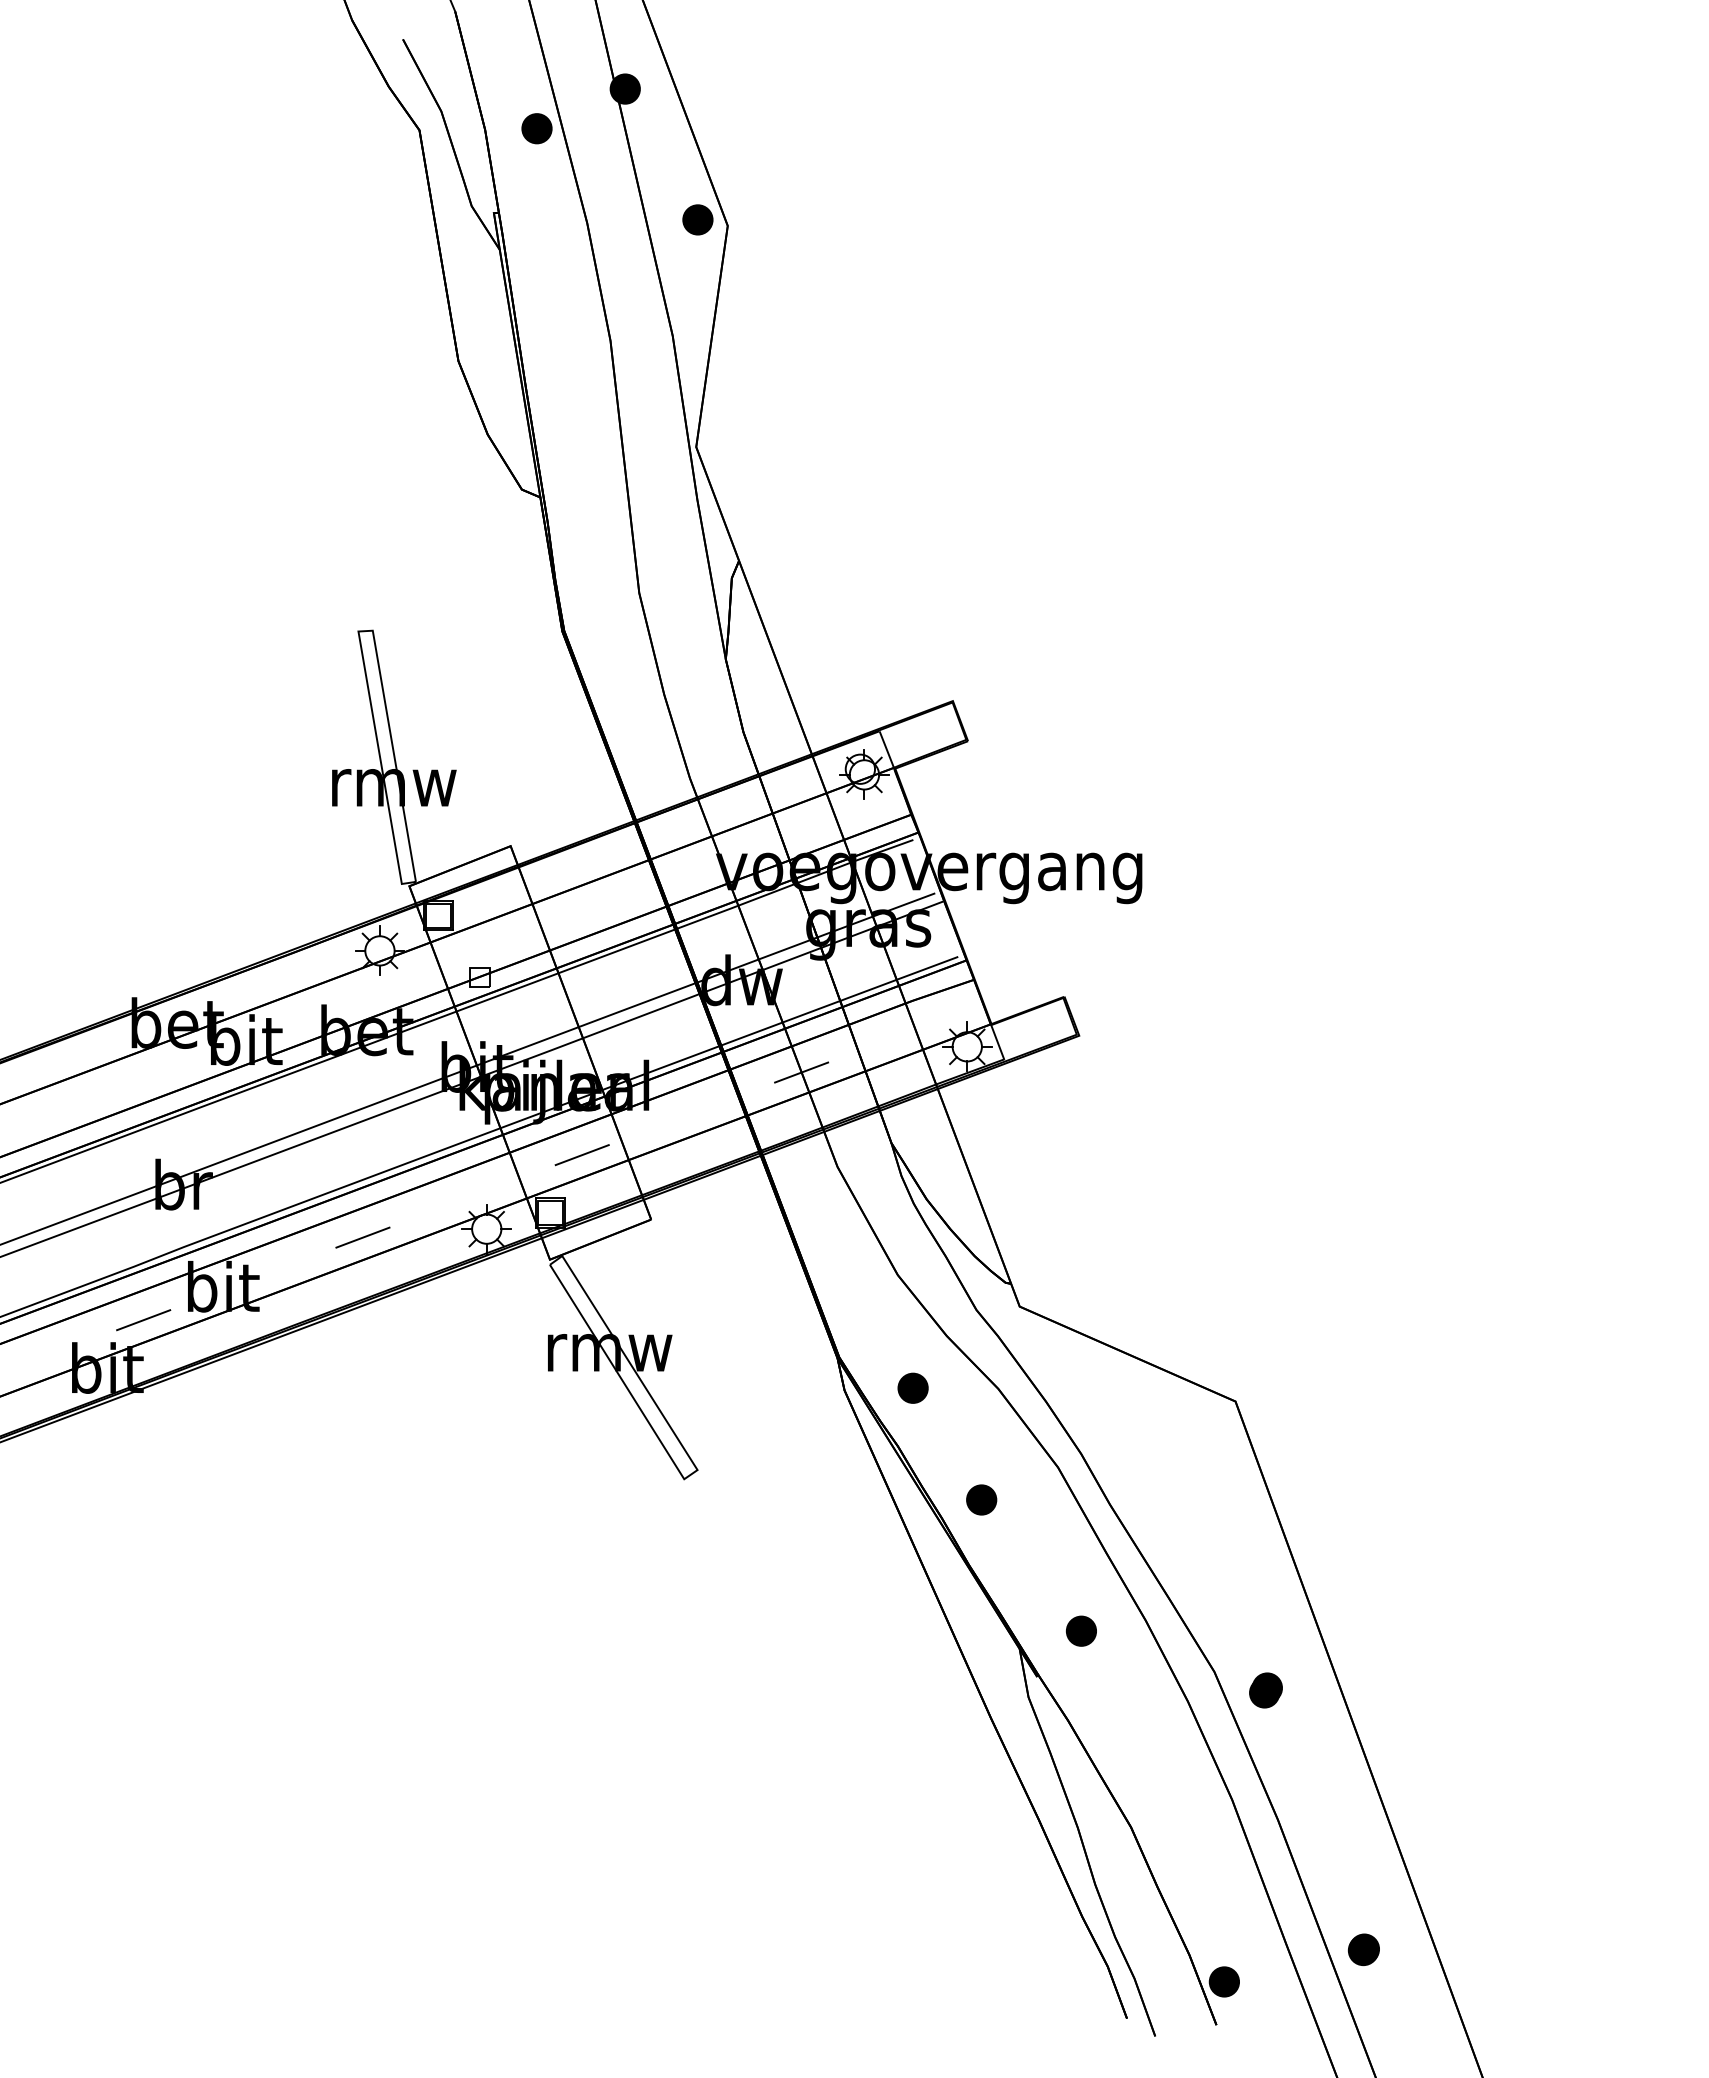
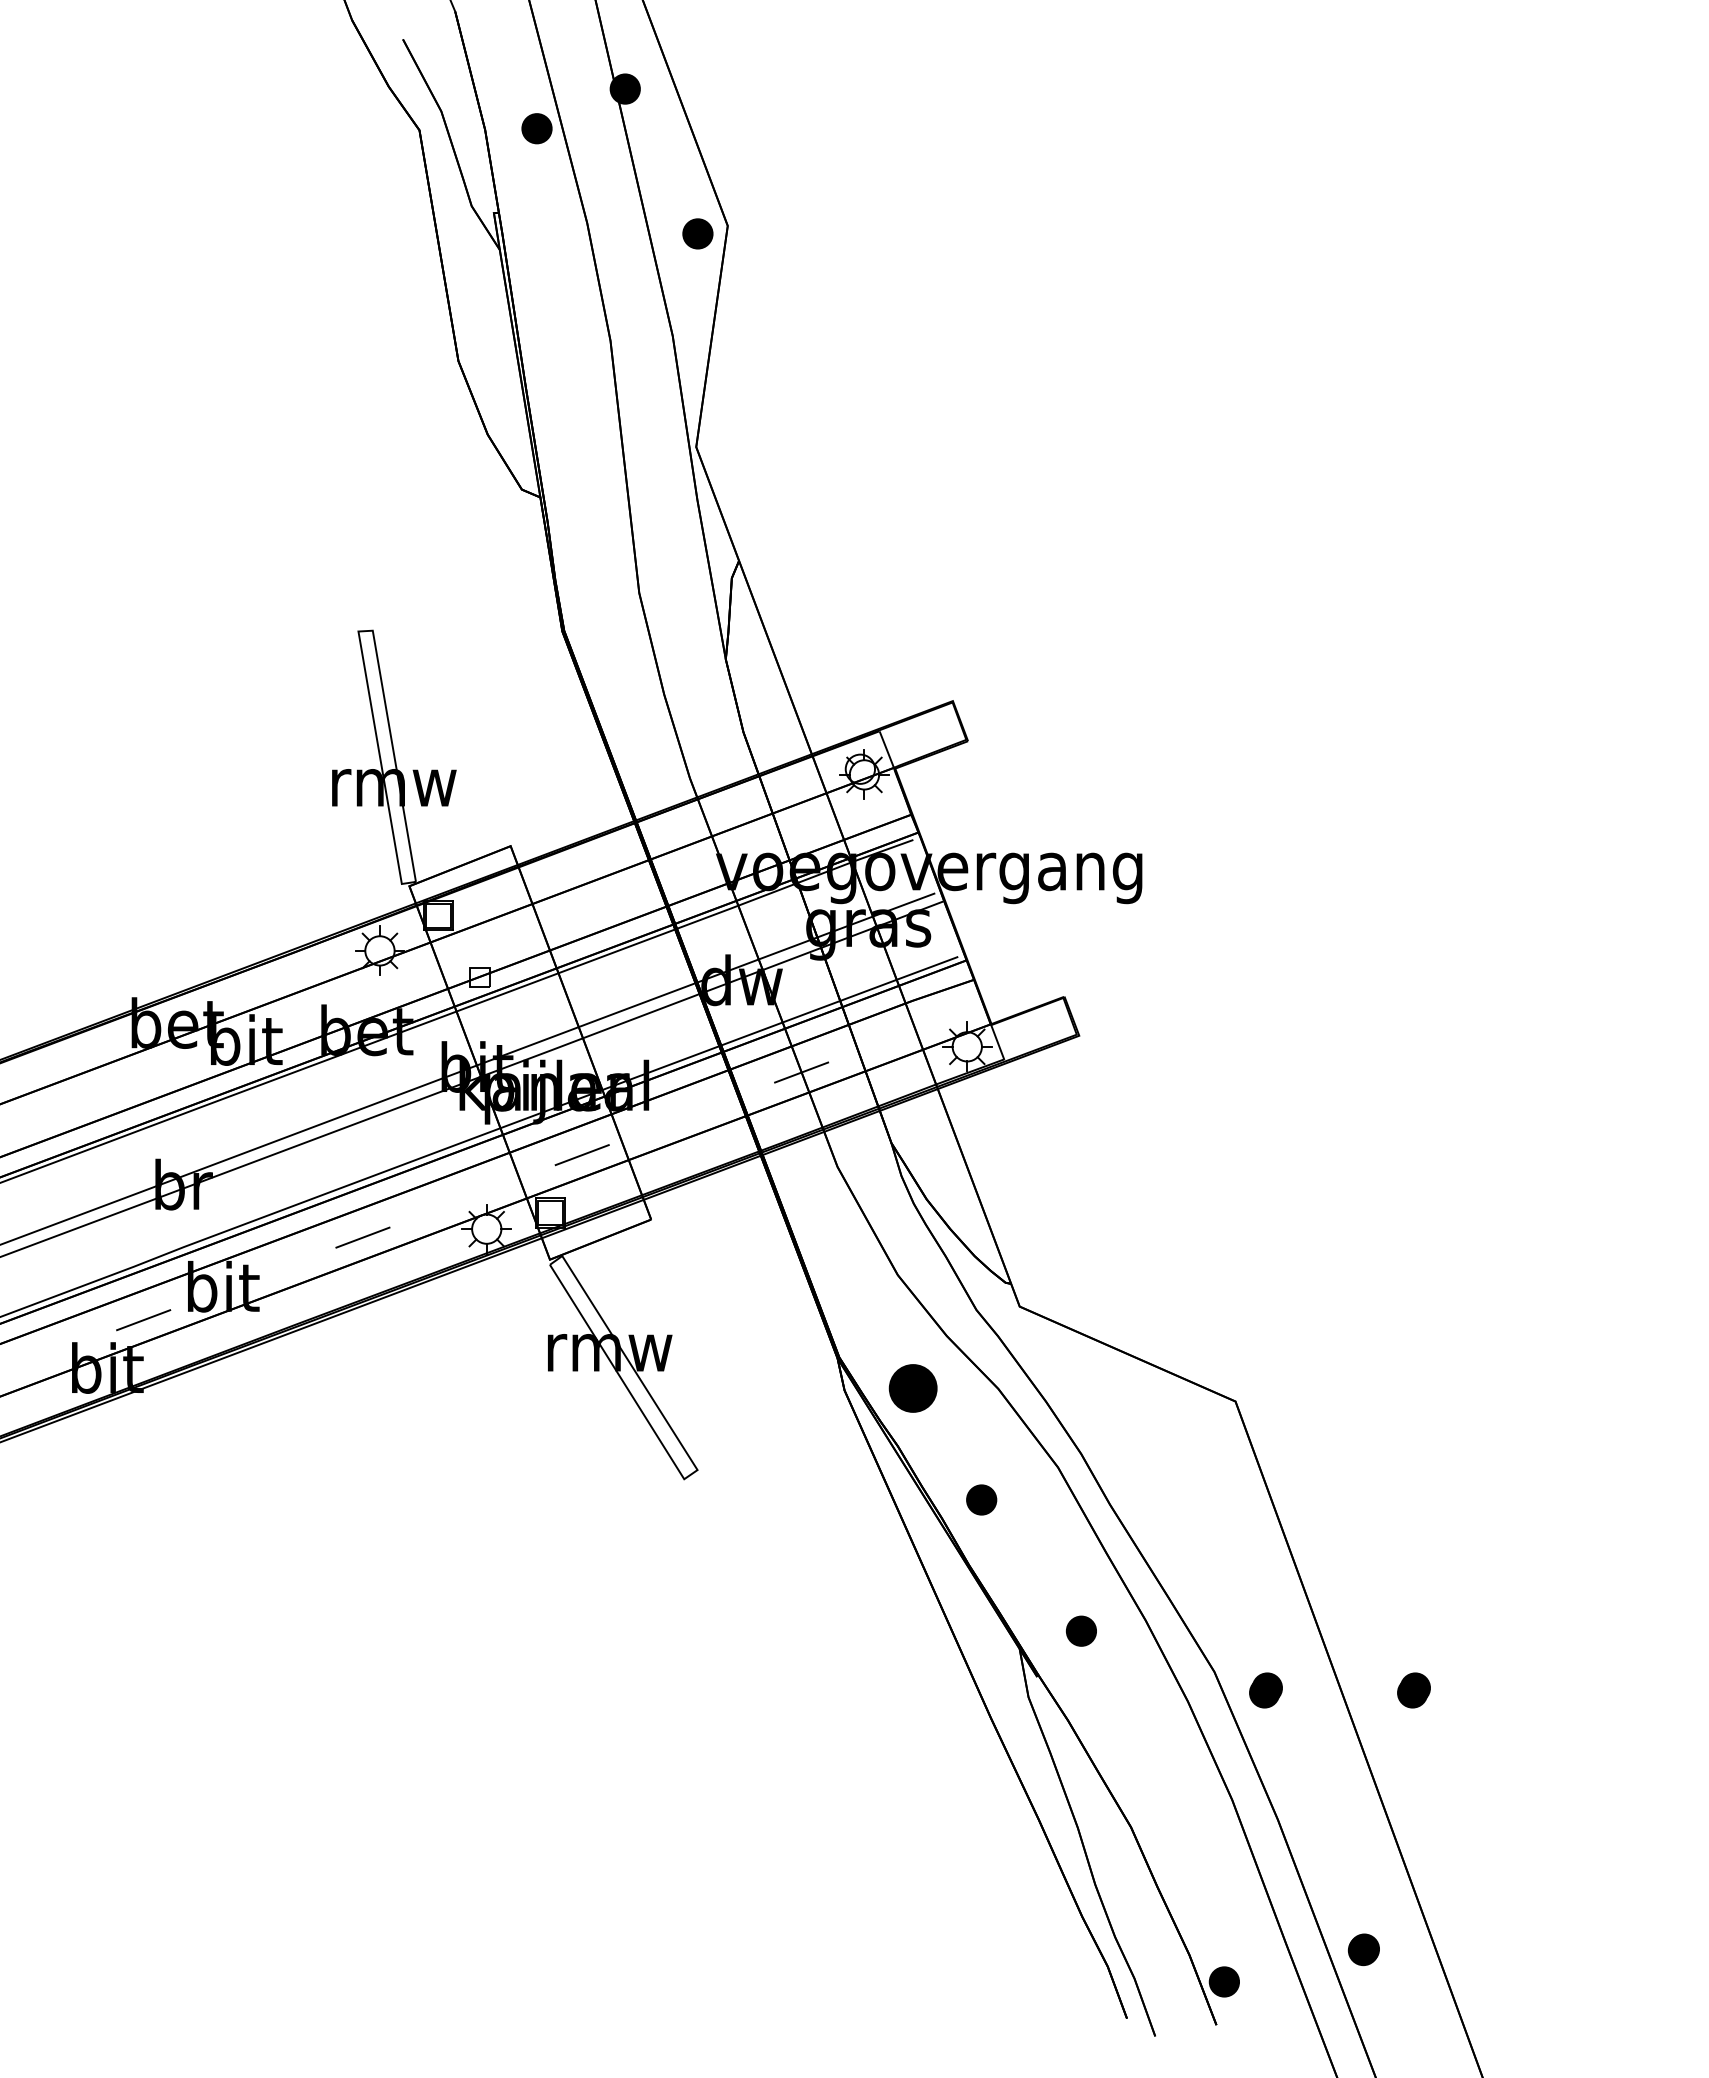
part at (697, 219) position: (697, 219) -> (697, 233)
part at (912, 1387) size: 32x32 px -> 50x49 px
part at (1413, 1690): none -> present
